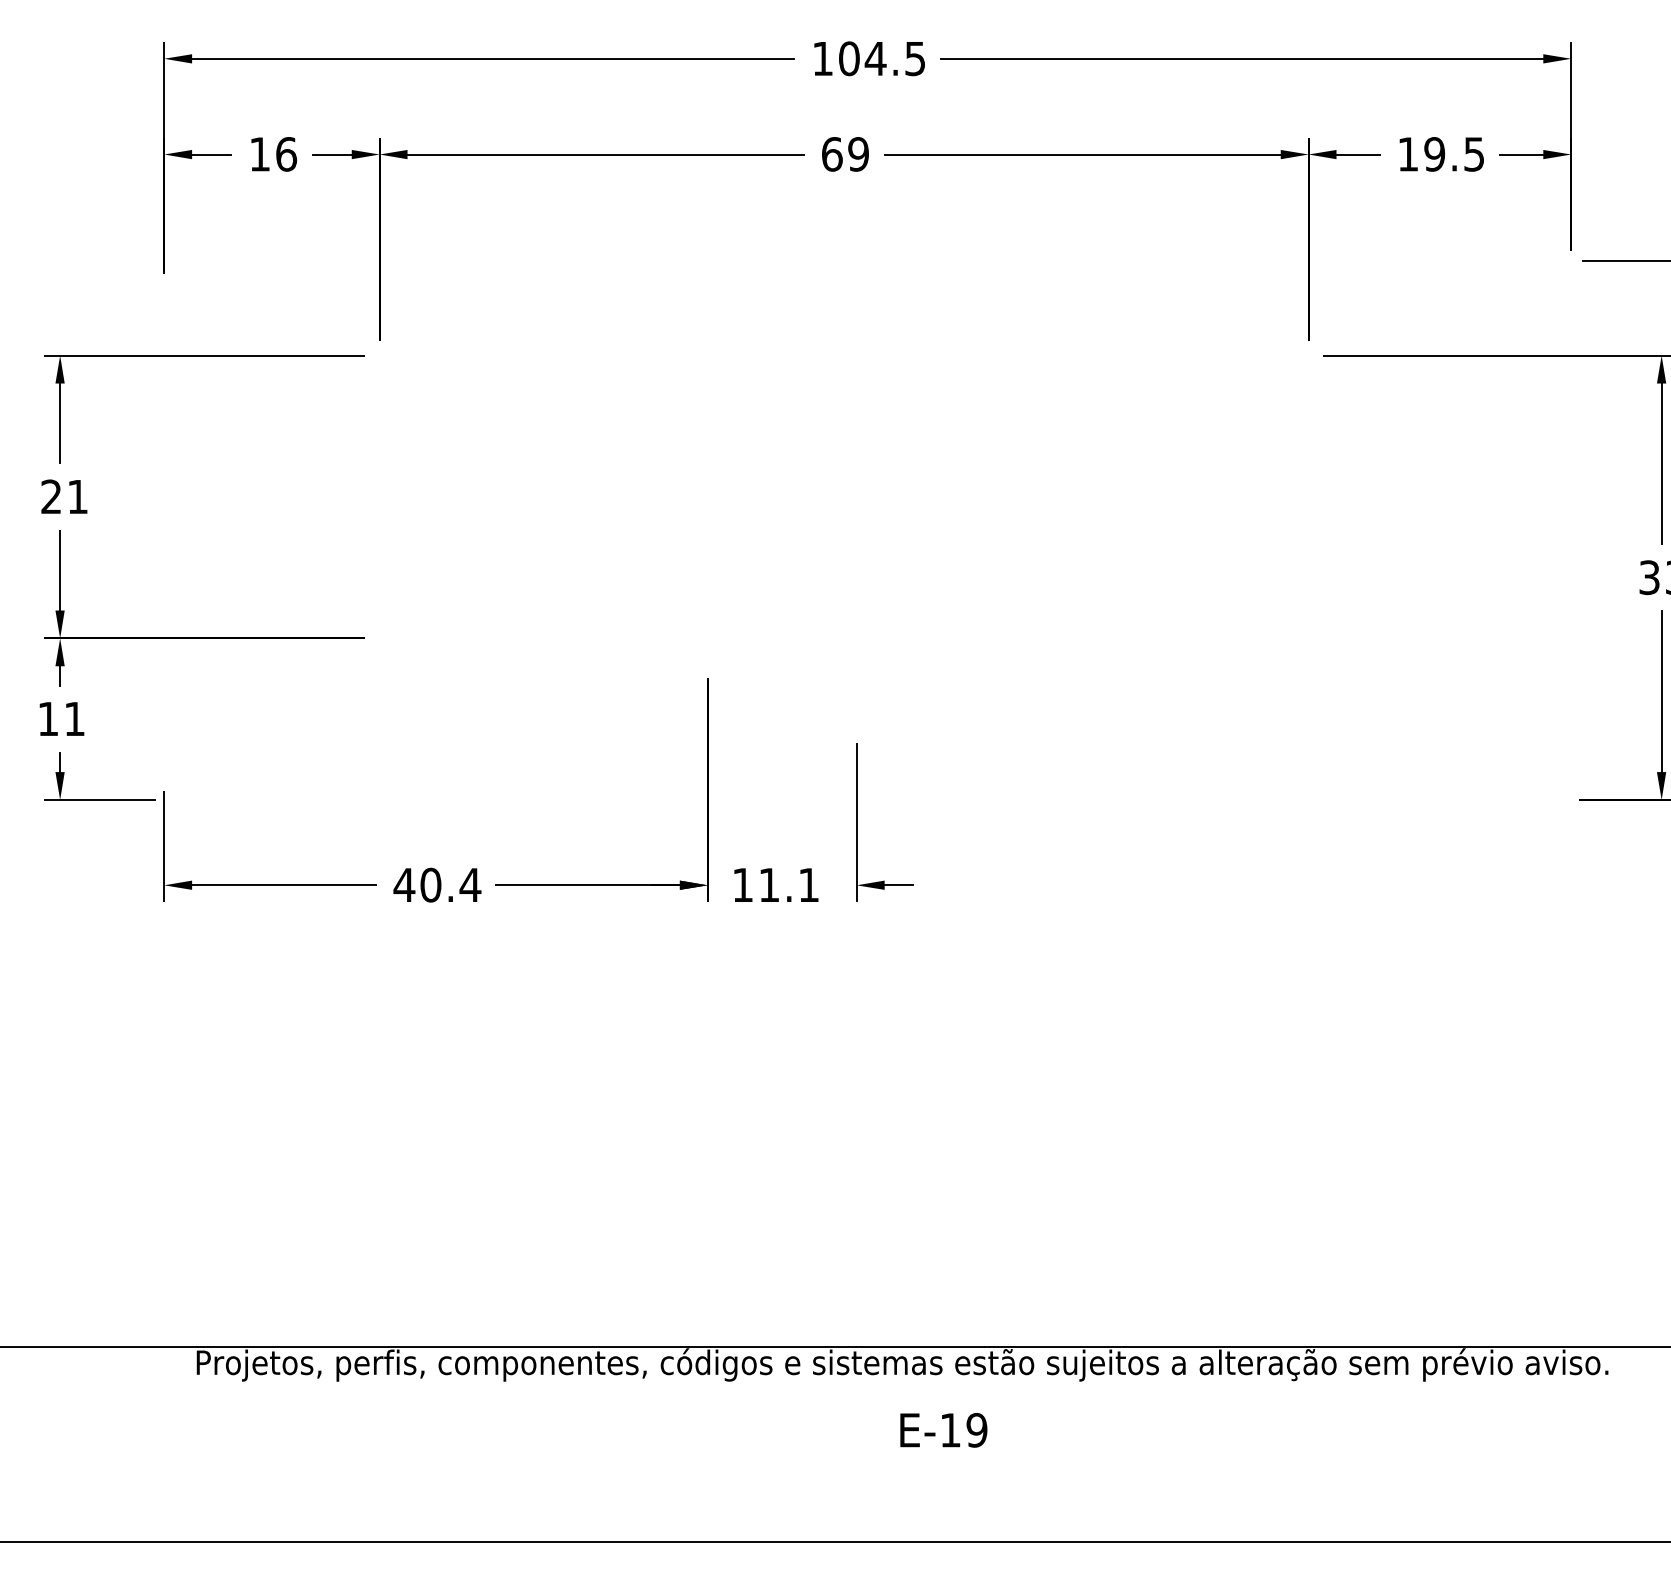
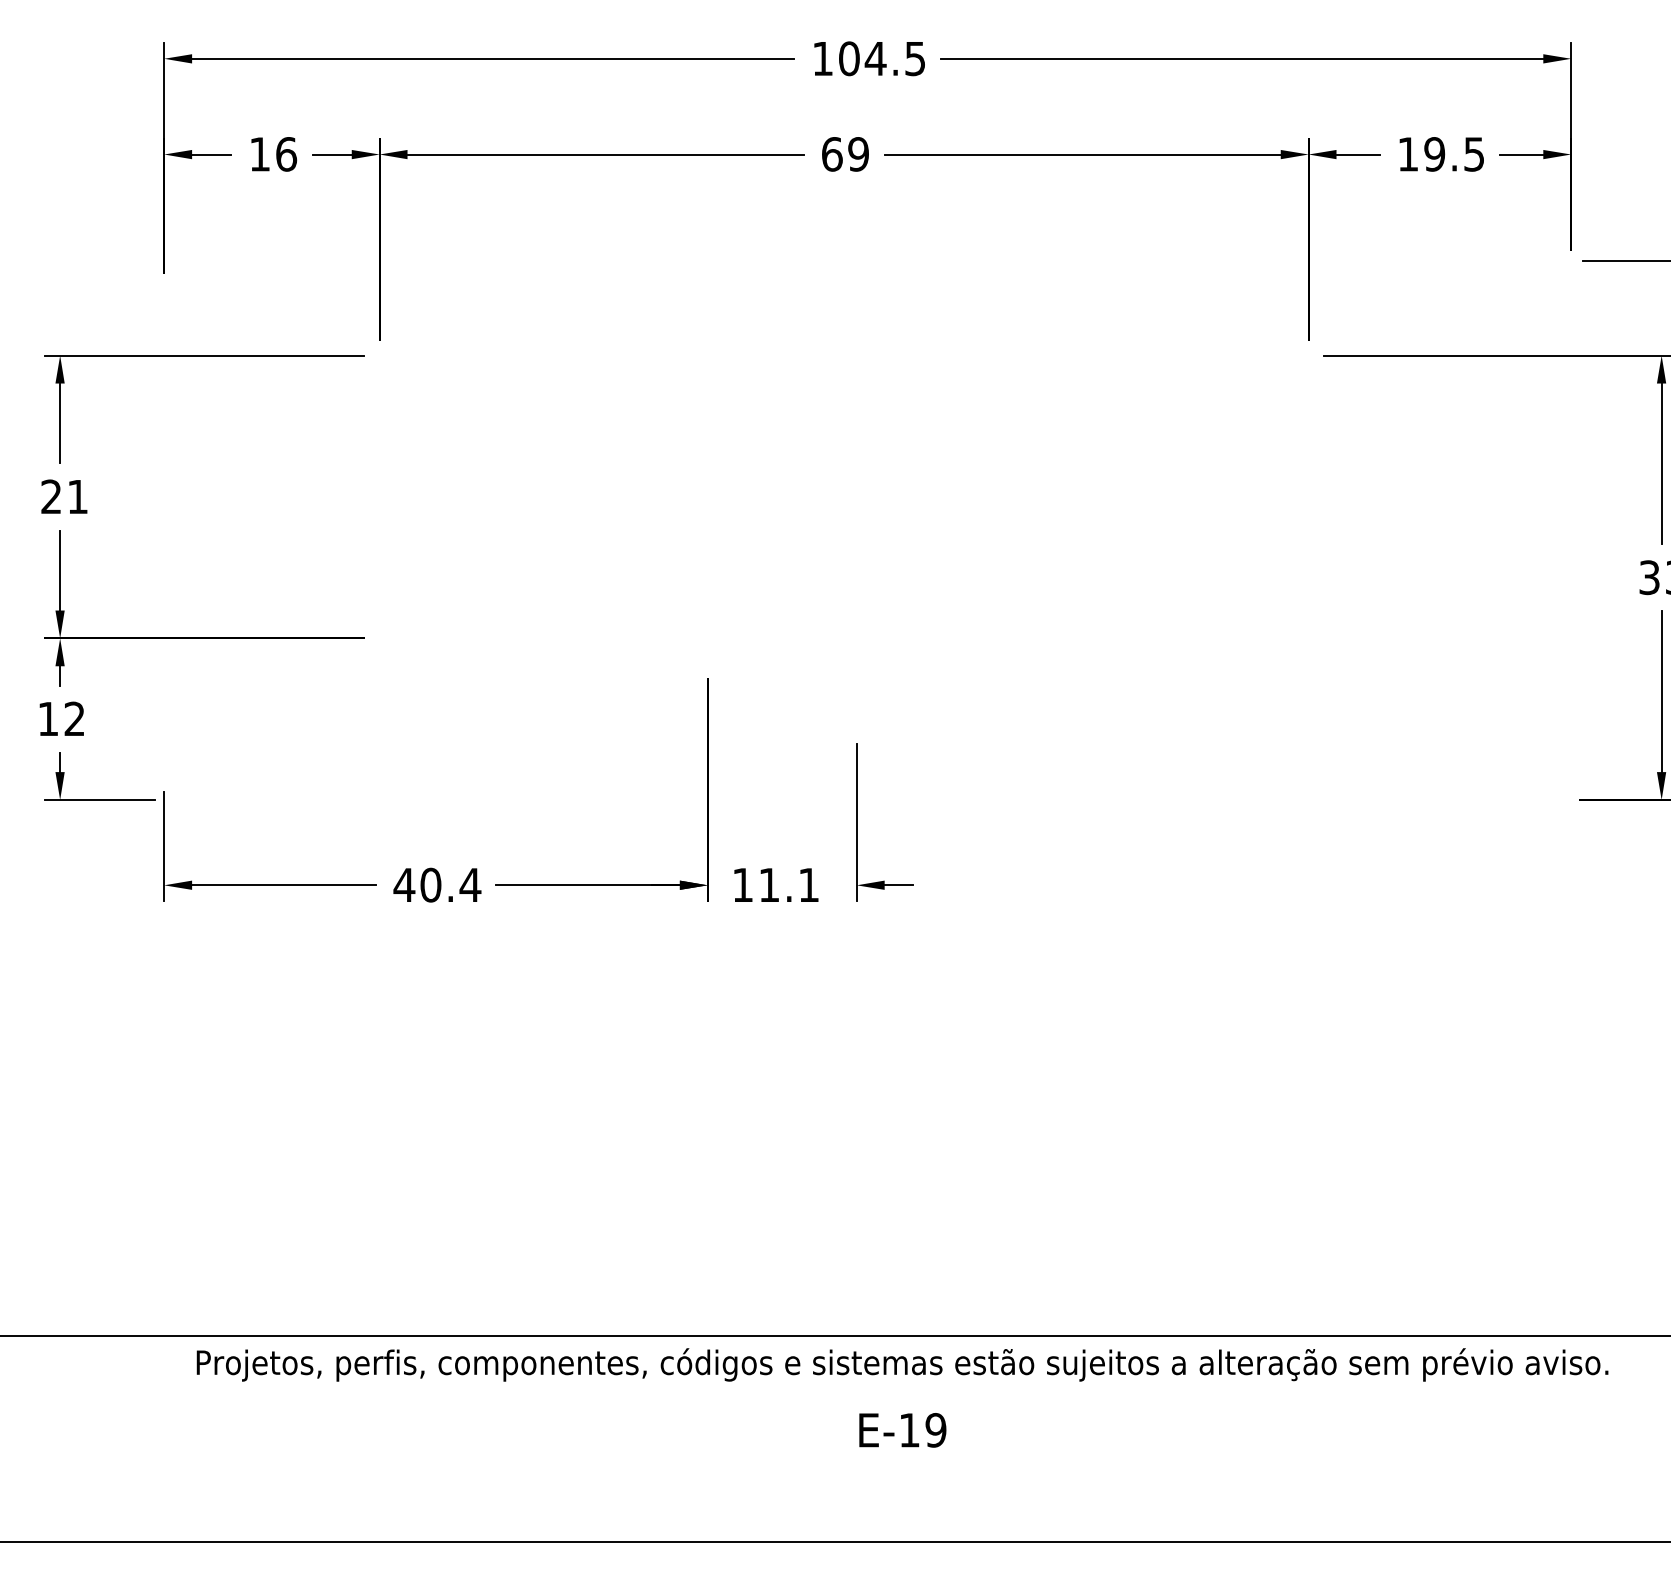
text at (74, 718): 11 -> 12
line at (834, 1347) position: (834, 1347) -> (834, 1336)
text at (943, 1430) position: (943, 1430) -> (902, 1430)
